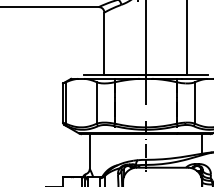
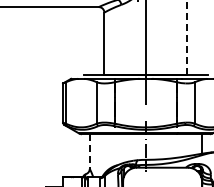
line at (187, 37): solid -> dashed
line at (89, 152): solid -> dashed
